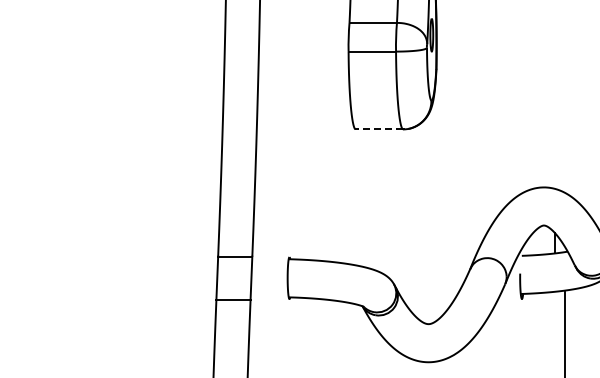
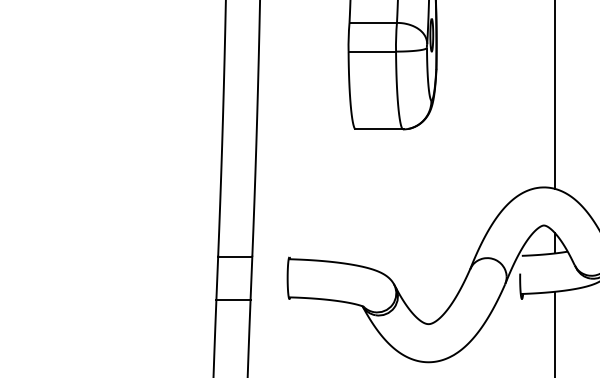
line at (555, 95): none -> present
line at (379, 129): dashed -> solid
line at (565, 332) position: (565, 332) -> (555, 332)
